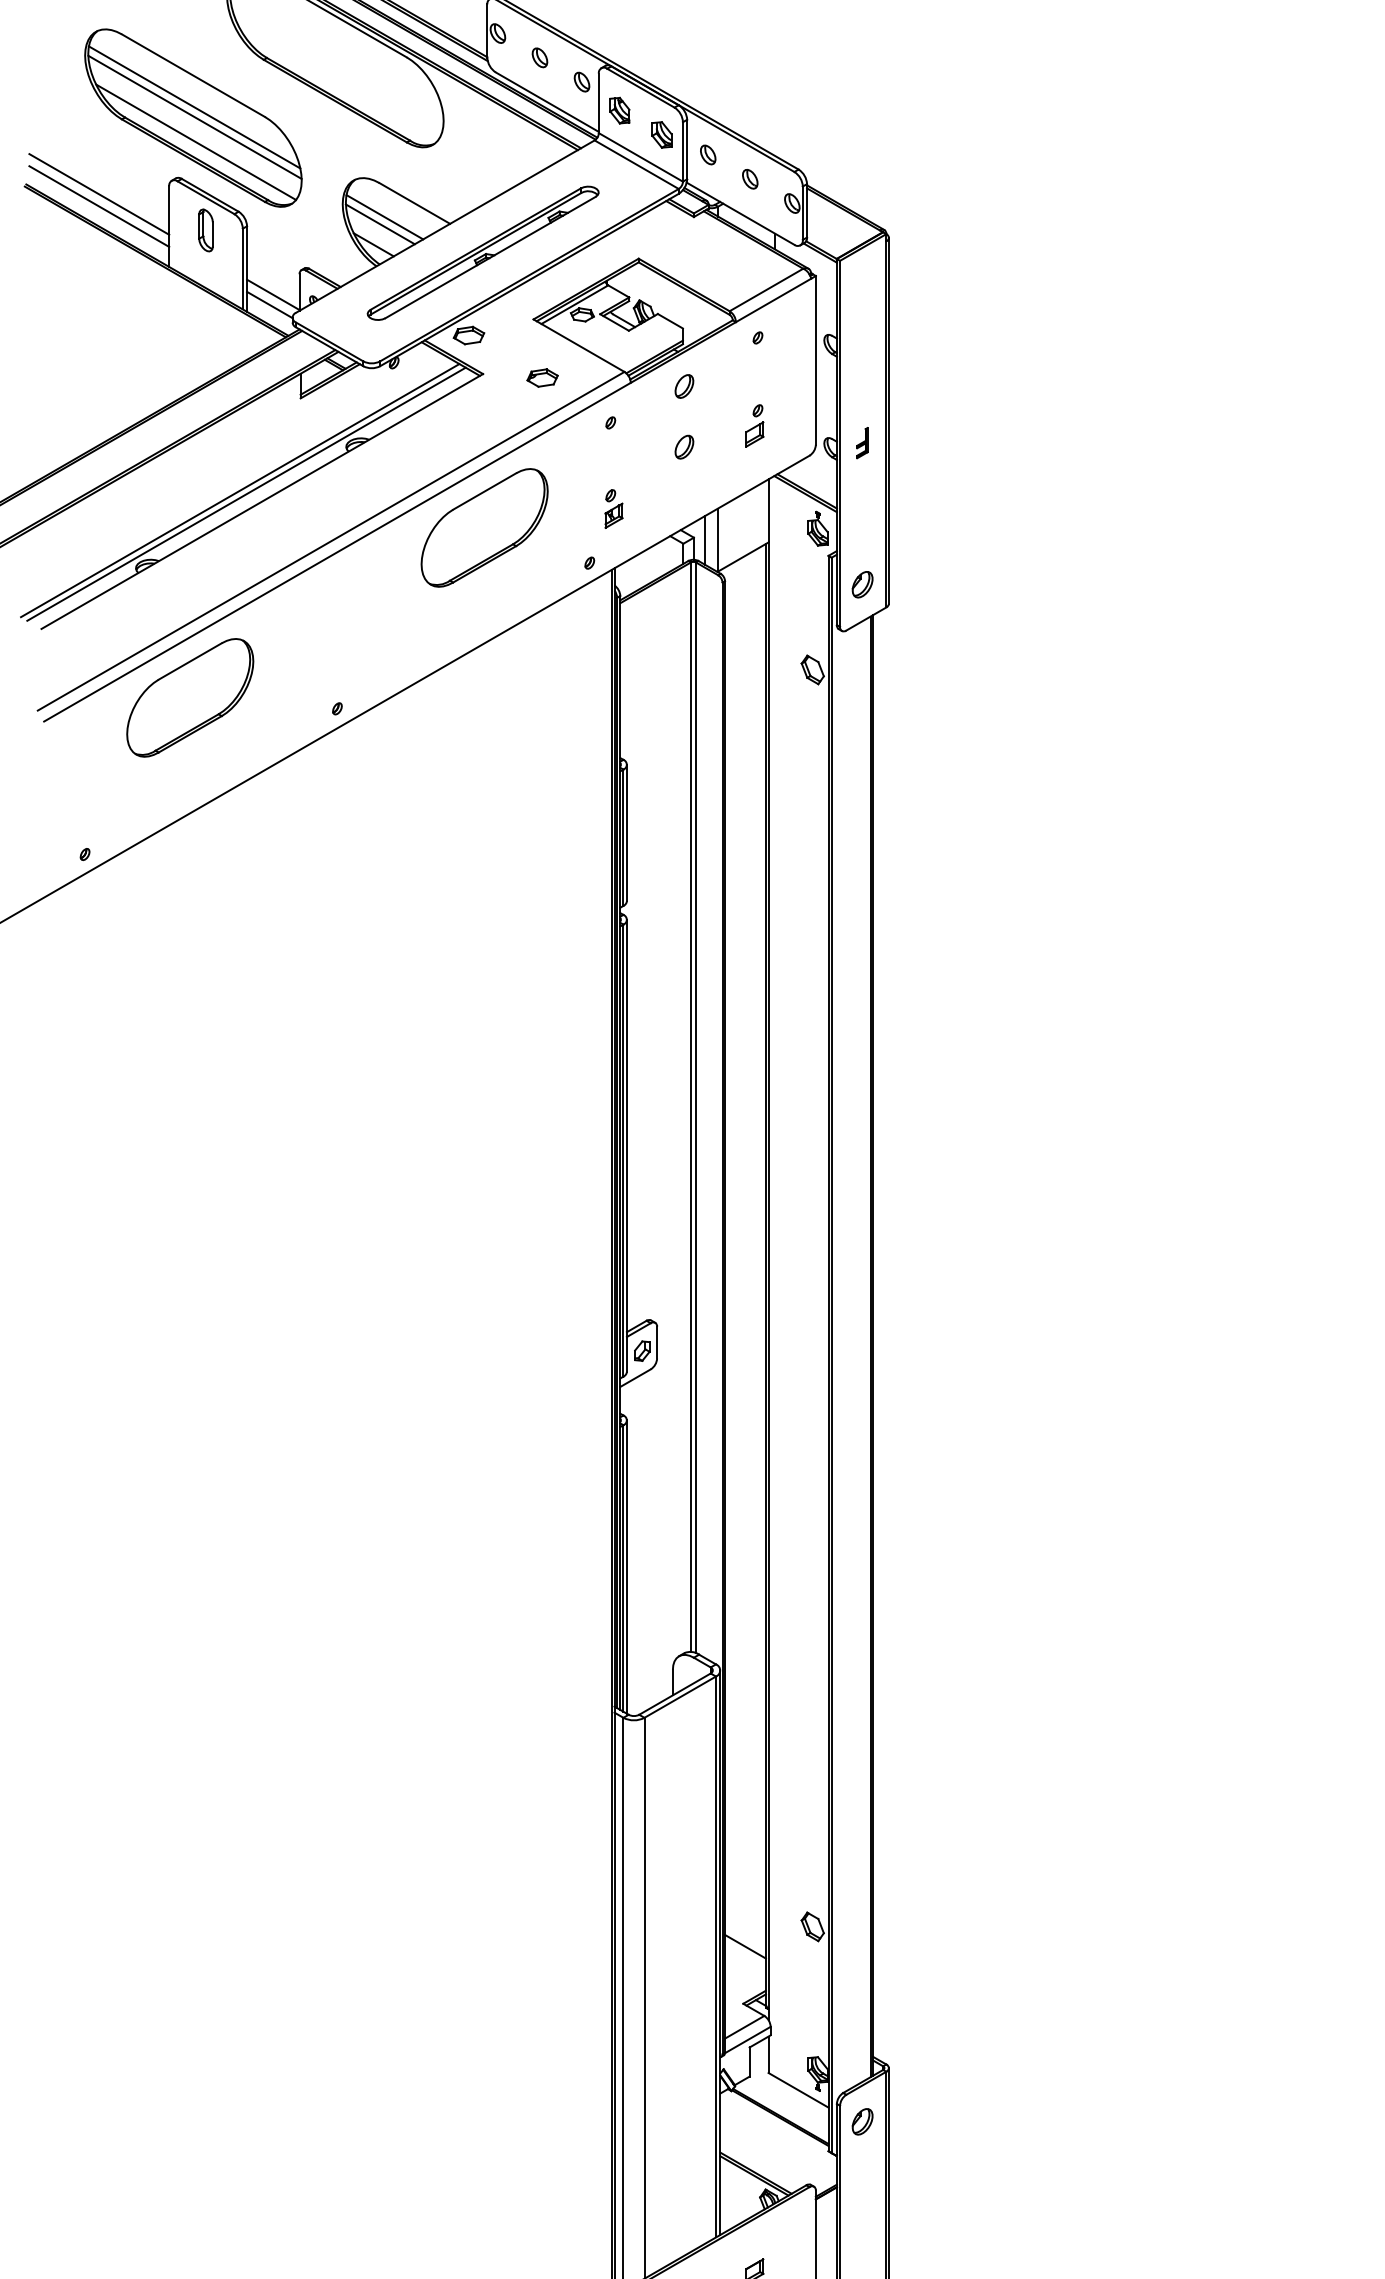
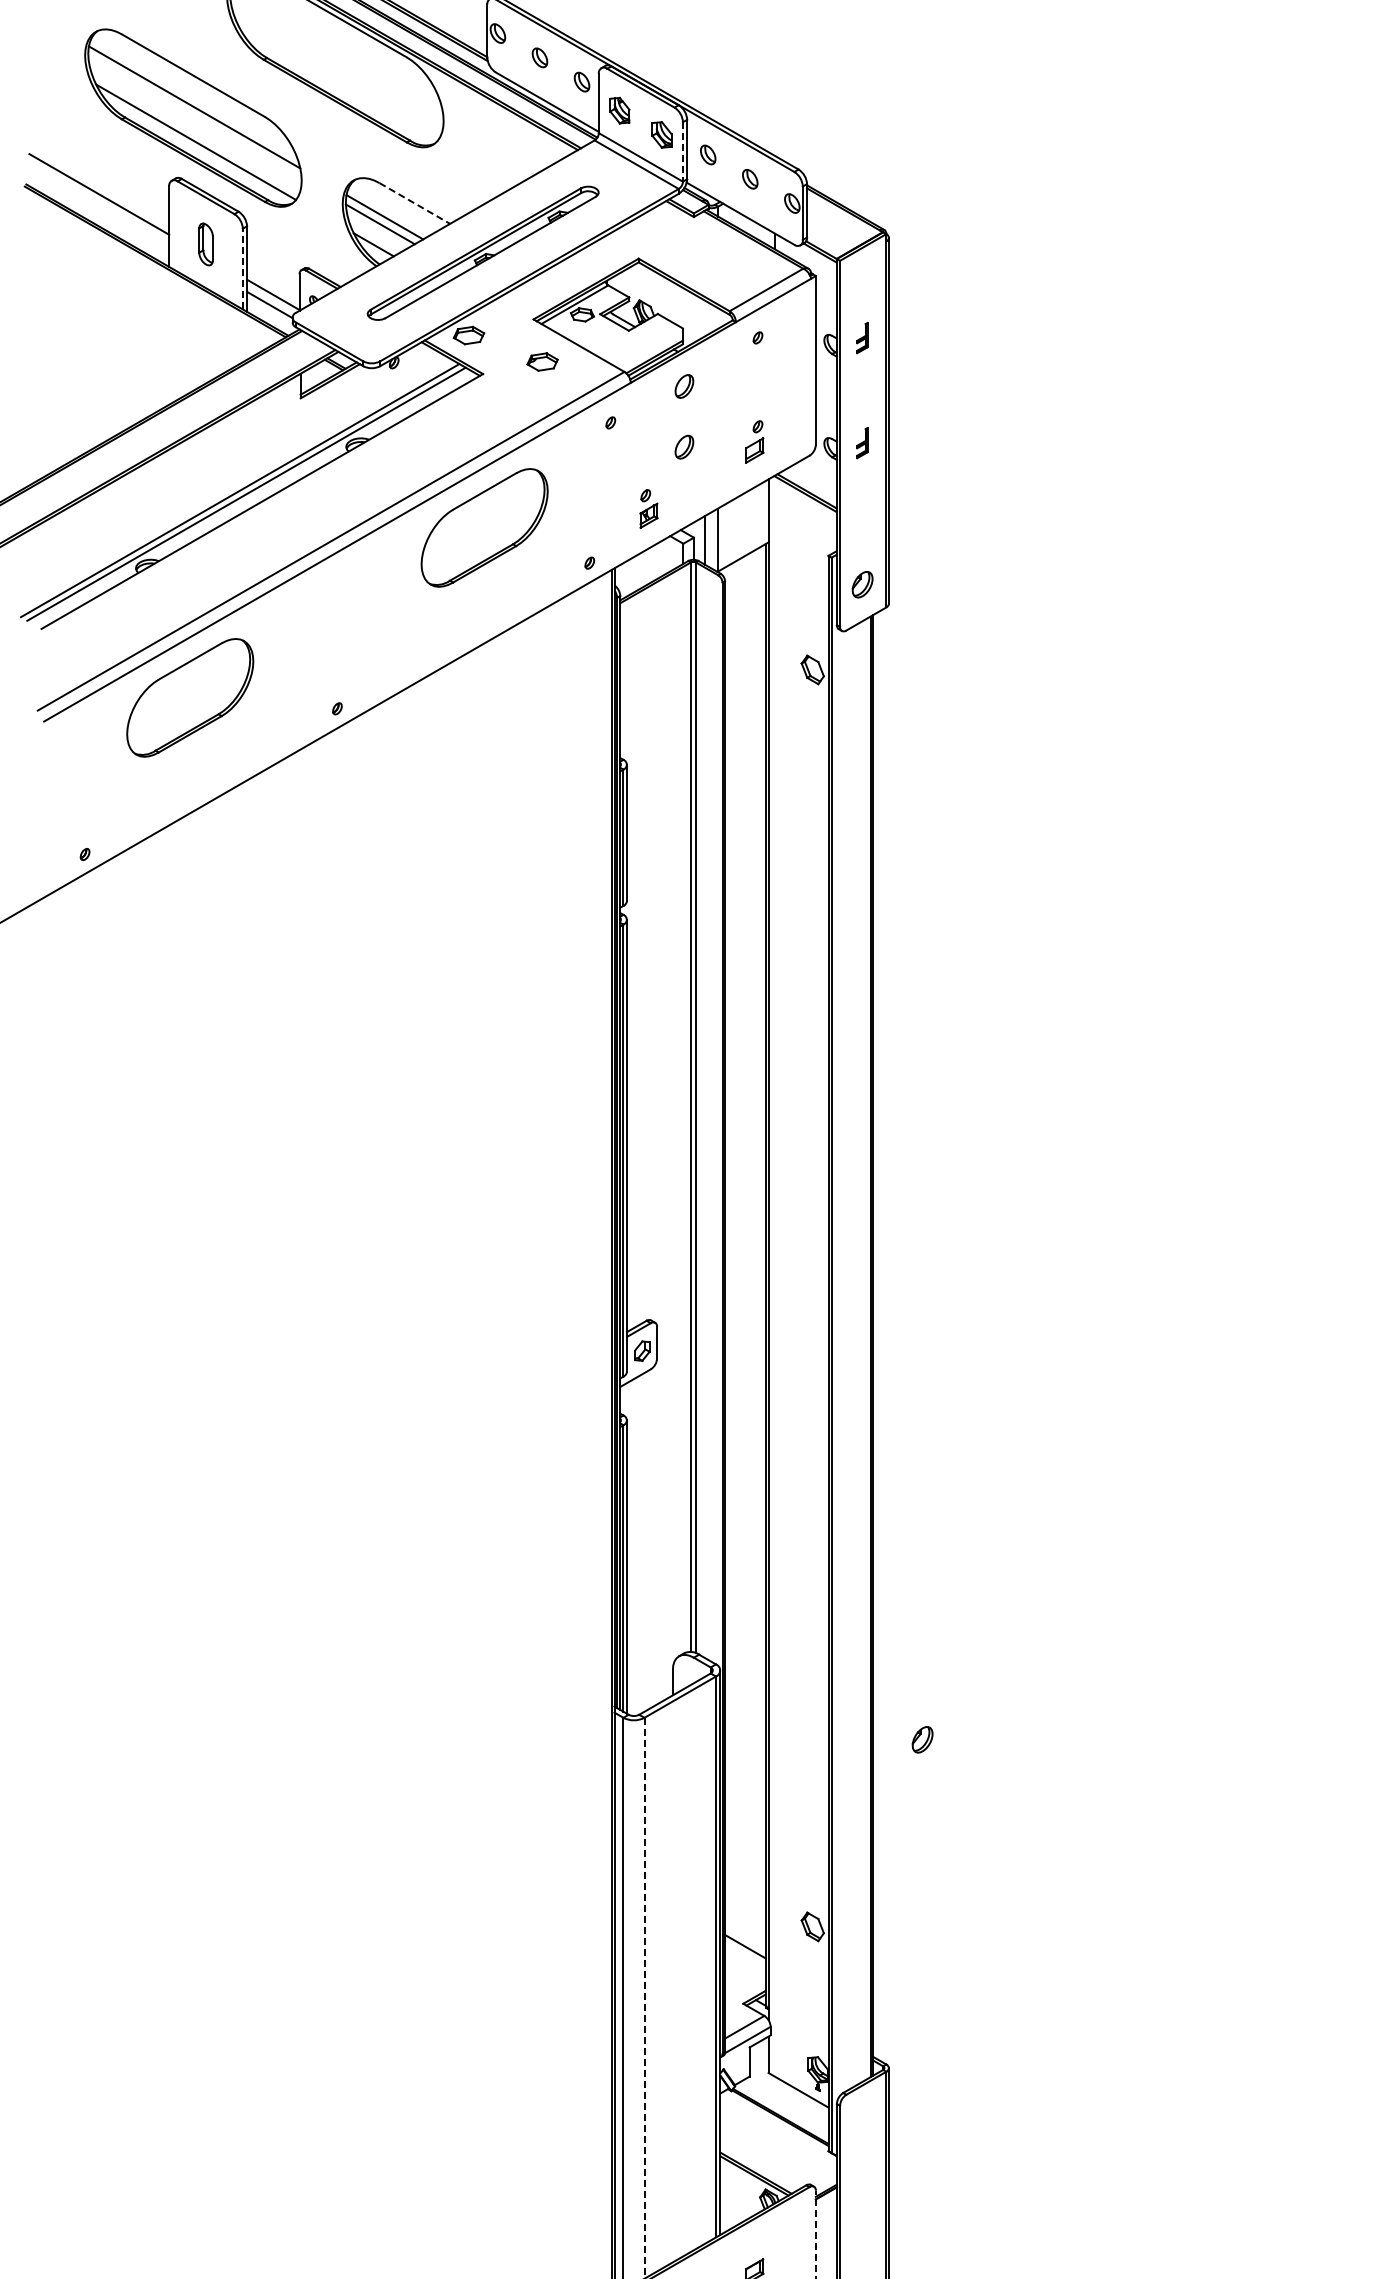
line at (194, 116): present -> none
line at (682, 151): solid -> dashed
line at (414, 203): solid -> dashed
line at (99, 206): present -> none
part at (205, 230) position: (205, 230) -> (205, 244)
line at (242, 268): solid -> dashed
part at (862, 338): none -> present
part at (542, 377) position: (542, 377) -> (542, 361)
part at (754, 425) position: (754, 425) -> (754, 441)
part at (613, 508) position: (613, 508) -> (648, 508)
part at (817, 528): present -> none
line at (644, 1998): solid -> dashed
part at (862, 2121) position: (862, 2121) -> (922, 1739)
line at (815, 2234): solid -> dashed
